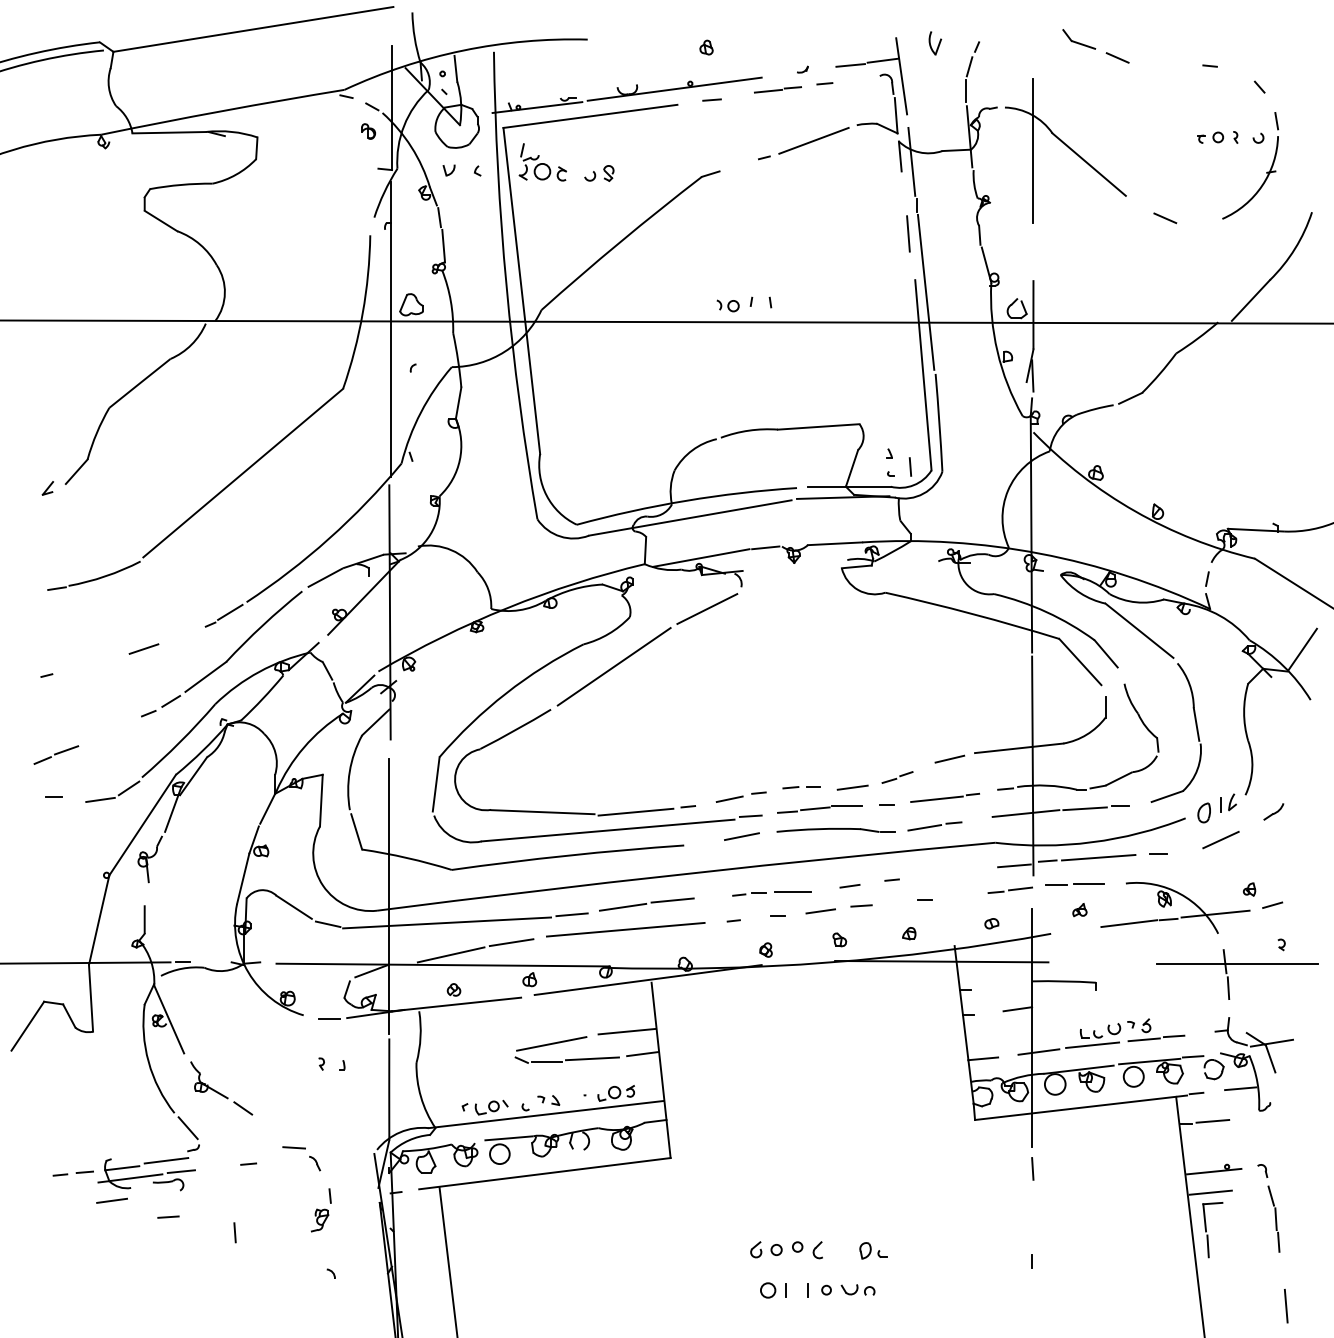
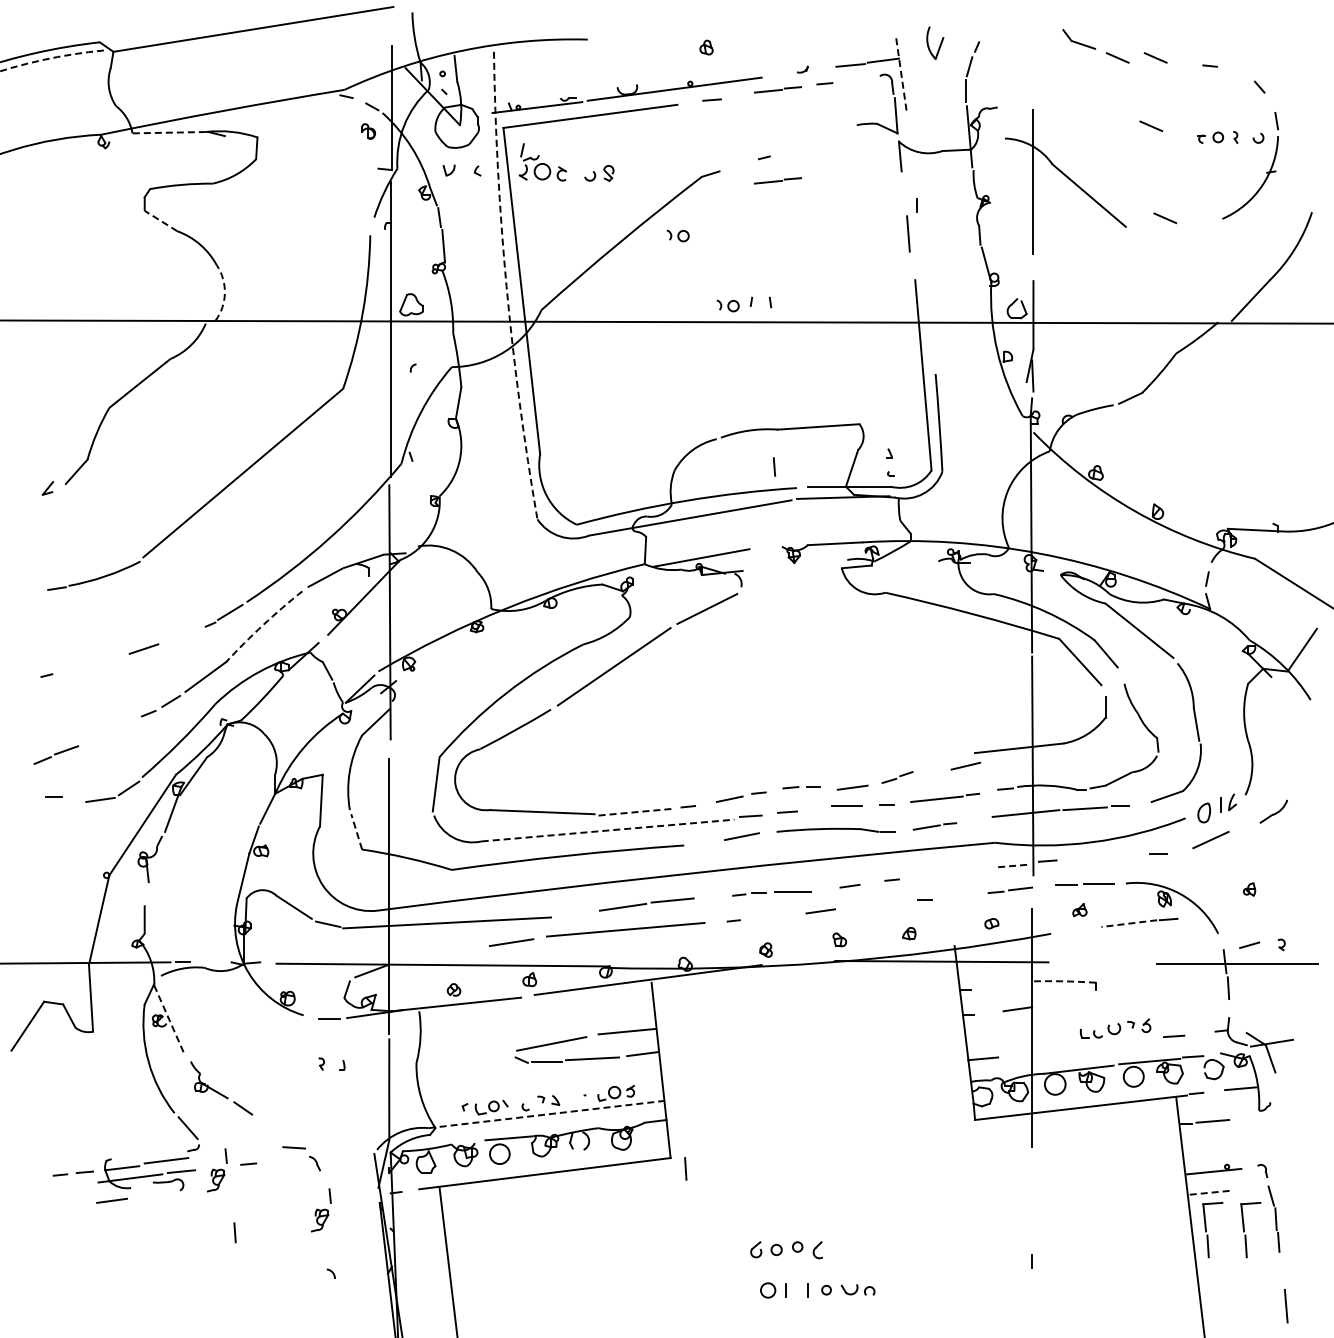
part at (935, 43) size: 15x25 px -> 19x34 px
line at (1155, 57): none -> present
arc at (50, 58): solid -> dashed
line at (901, 76): solid -> dashed
line at (1151, 126): none -> present
line at (169, 132): solid -> dashed
line at (813, 140): present -> none
part at (1065, 150) position: (1065, 150) -> (1065, 181)
line at (911, 161): present -> none
line at (777, 180): none -> present
line at (160, 220): solid -> dashed
part at (677, 235): none -> present
arc at (506, 286): solid -> dashed
line at (925, 291): present -> none
arc at (224, 293): solid -> dashed
line at (910, 466) position: (910, 466) -> (774, 466)
line at (765, 547): present -> none
arc at (262, 625): solid -> dashed
line at (949, 758) position: (949, 758) -> (965, 765)
line at (815, 808): present -> none
part at (1273, 811) size: 22x18 px -> 29x25 px
line at (635, 812): solid -> dashed
part at (934, 826) size: 56x11 px -> 46x9 px
line at (608, 830): solid -> dashed
line at (356, 831): solid -> dashed
line at (1220, 840) position: (1220, 840) -> (1210, 840)
line at (1098, 857): present -> none
line at (1014, 865): solid -> dashed
line at (1074, 884) position: (1074, 884) -> (1084, 884)
line at (1272, 904) position: (1272, 904) -> (1249, 944)
line at (861, 905): present -> none
line at (1215, 913): present -> none
line at (571, 914): present -> none
line at (777, 915): present -> none
line at (1128, 923): solid -> dashed
line at (450, 954): present -> none
arc at (1064, 981): solid -> dashed
line at (169, 1019): solid -> dashed
line at (1143, 1039): present -> none
line at (1092, 1044): present -> none
line at (1038, 1051): present -> none
line at (546, 1114): solid -> dashed
line at (1032, 1168) position: (1032, 1168) -> (685, 1168)
part at (217, 1170): none -> present
line at (1211, 1192): solid -> dashed
line at (168, 1216): present -> none
part at (1250, 1230): none -> present
part at (873, 1250): present -> none
